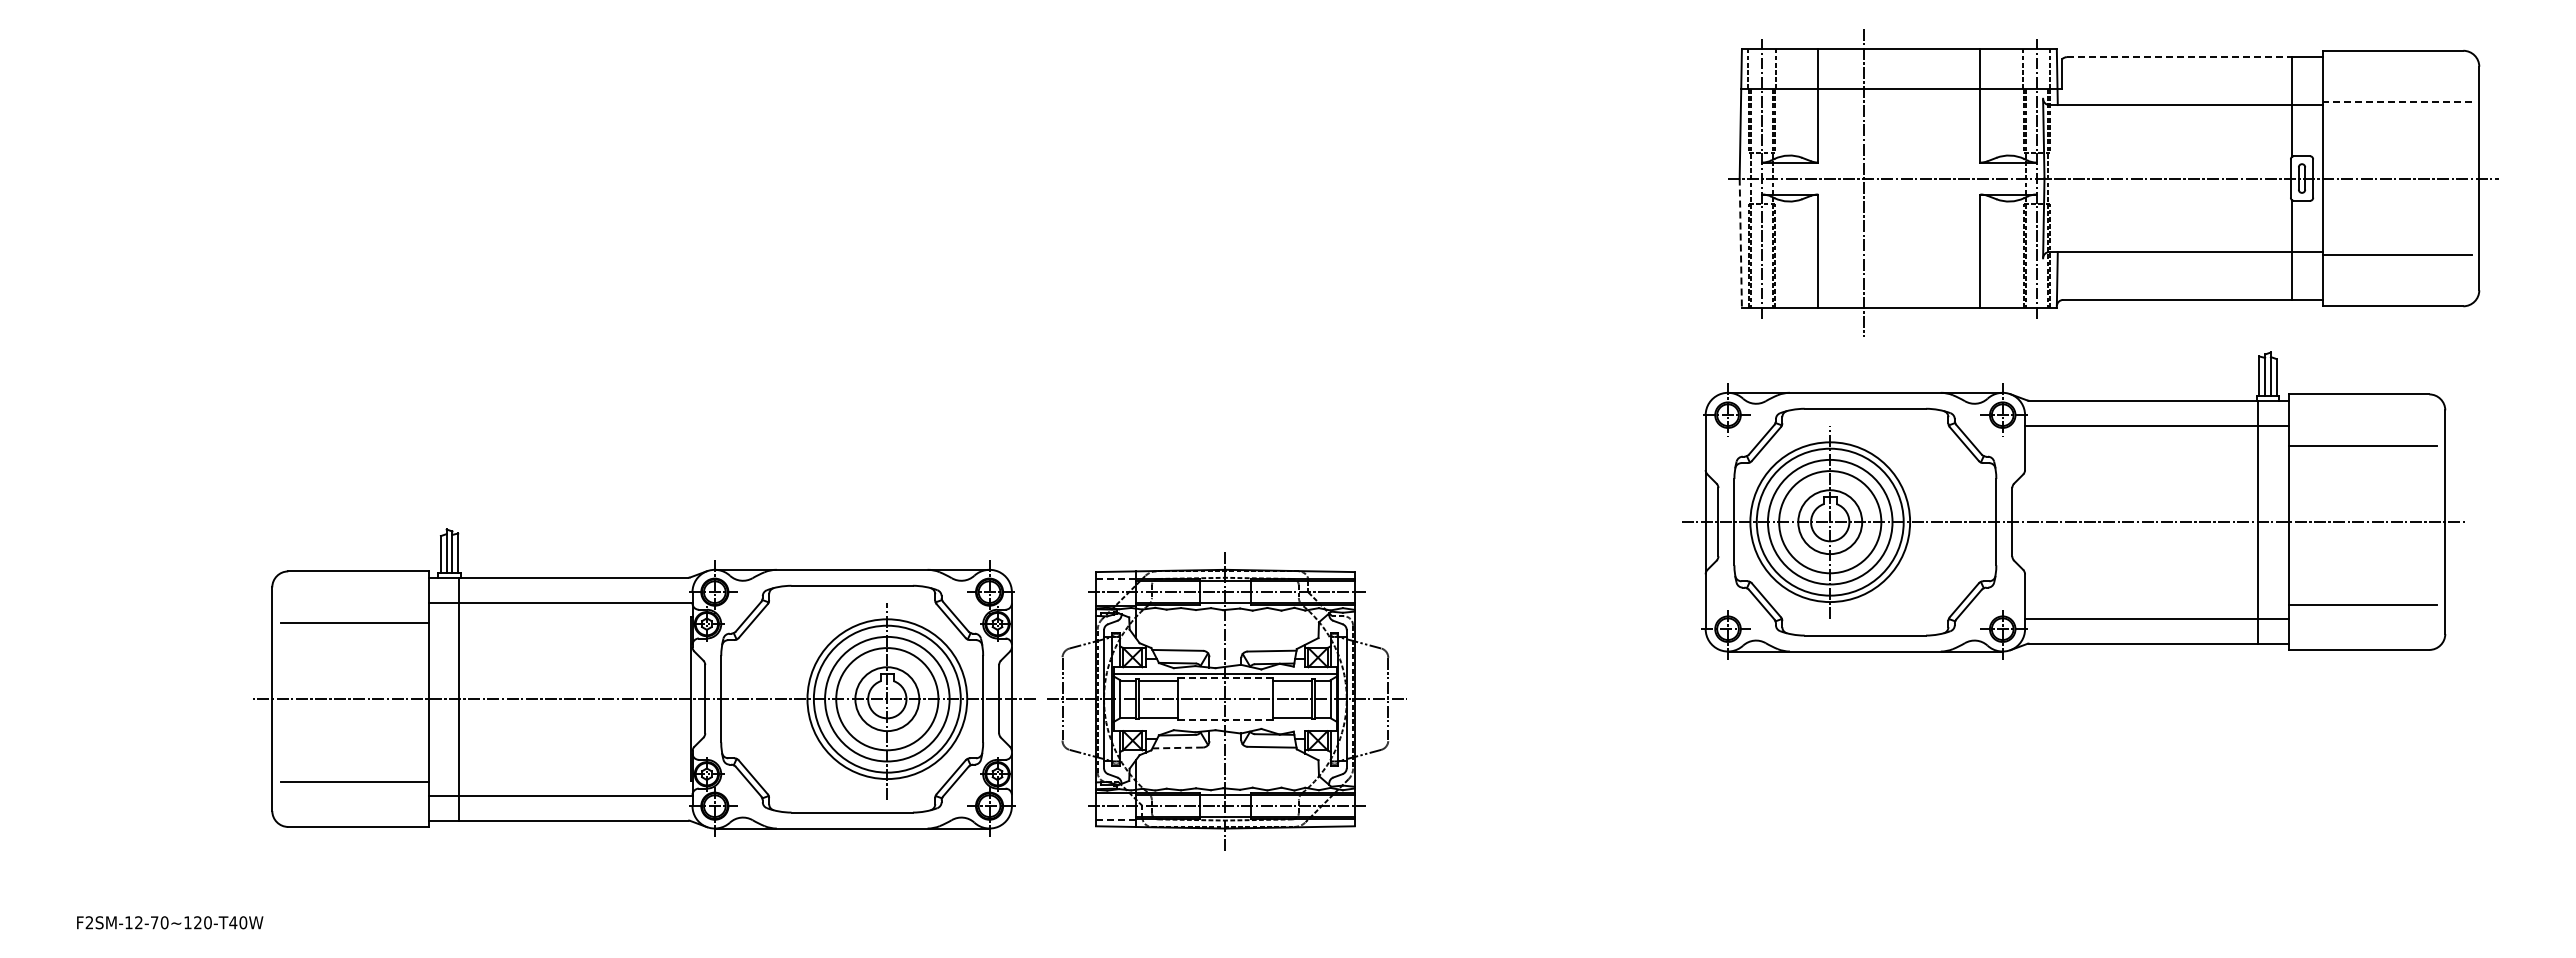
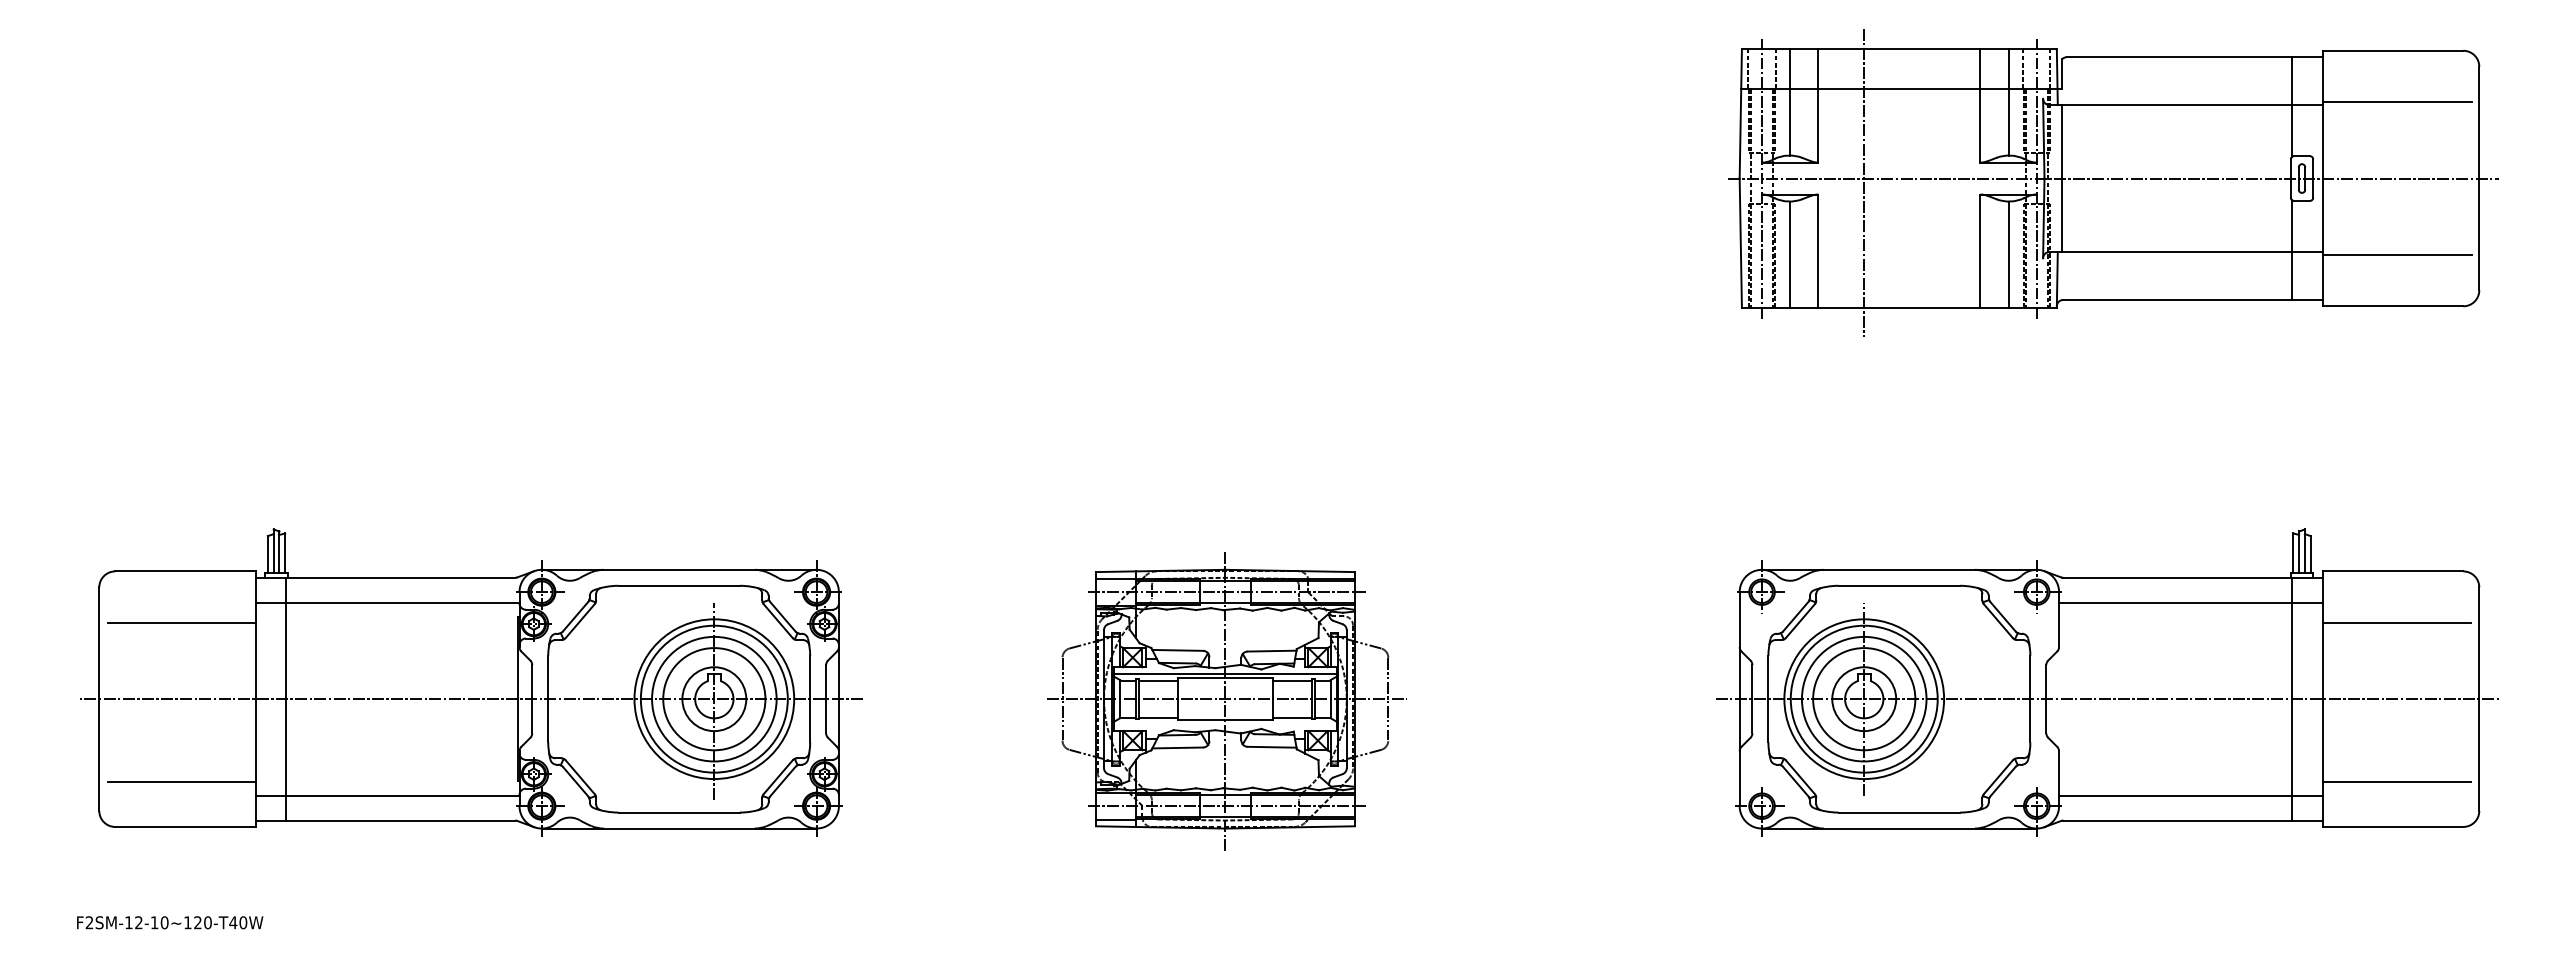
line at (2179, 57): dashed -> solid
line at (2397, 101): dashed -> solid
line at (1789, 102): none -> present
line at (2009, 102): none -> present
line at (2062, 178): none -> present
line at (1740, 243): dashed -> solid
line at (1789, 254): none -> present
line at (2009, 254): none -> present
part at (2073, 505) position: (2073, 505) -> (2107, 682)
line at (1116, 578): dashed -> solid
line at (1225, 678): dashed -> solid
part at (644, 682) position: (644, 682) -> (471, 682)
line at (1225, 719): dashed -> solid
line at (1177, 747): dashed -> solid
line at (1116, 819): dashed -> solid
text at (154, 922): F2SM-12-70~120-T40W -> F2SM-12-10~120-T40W
